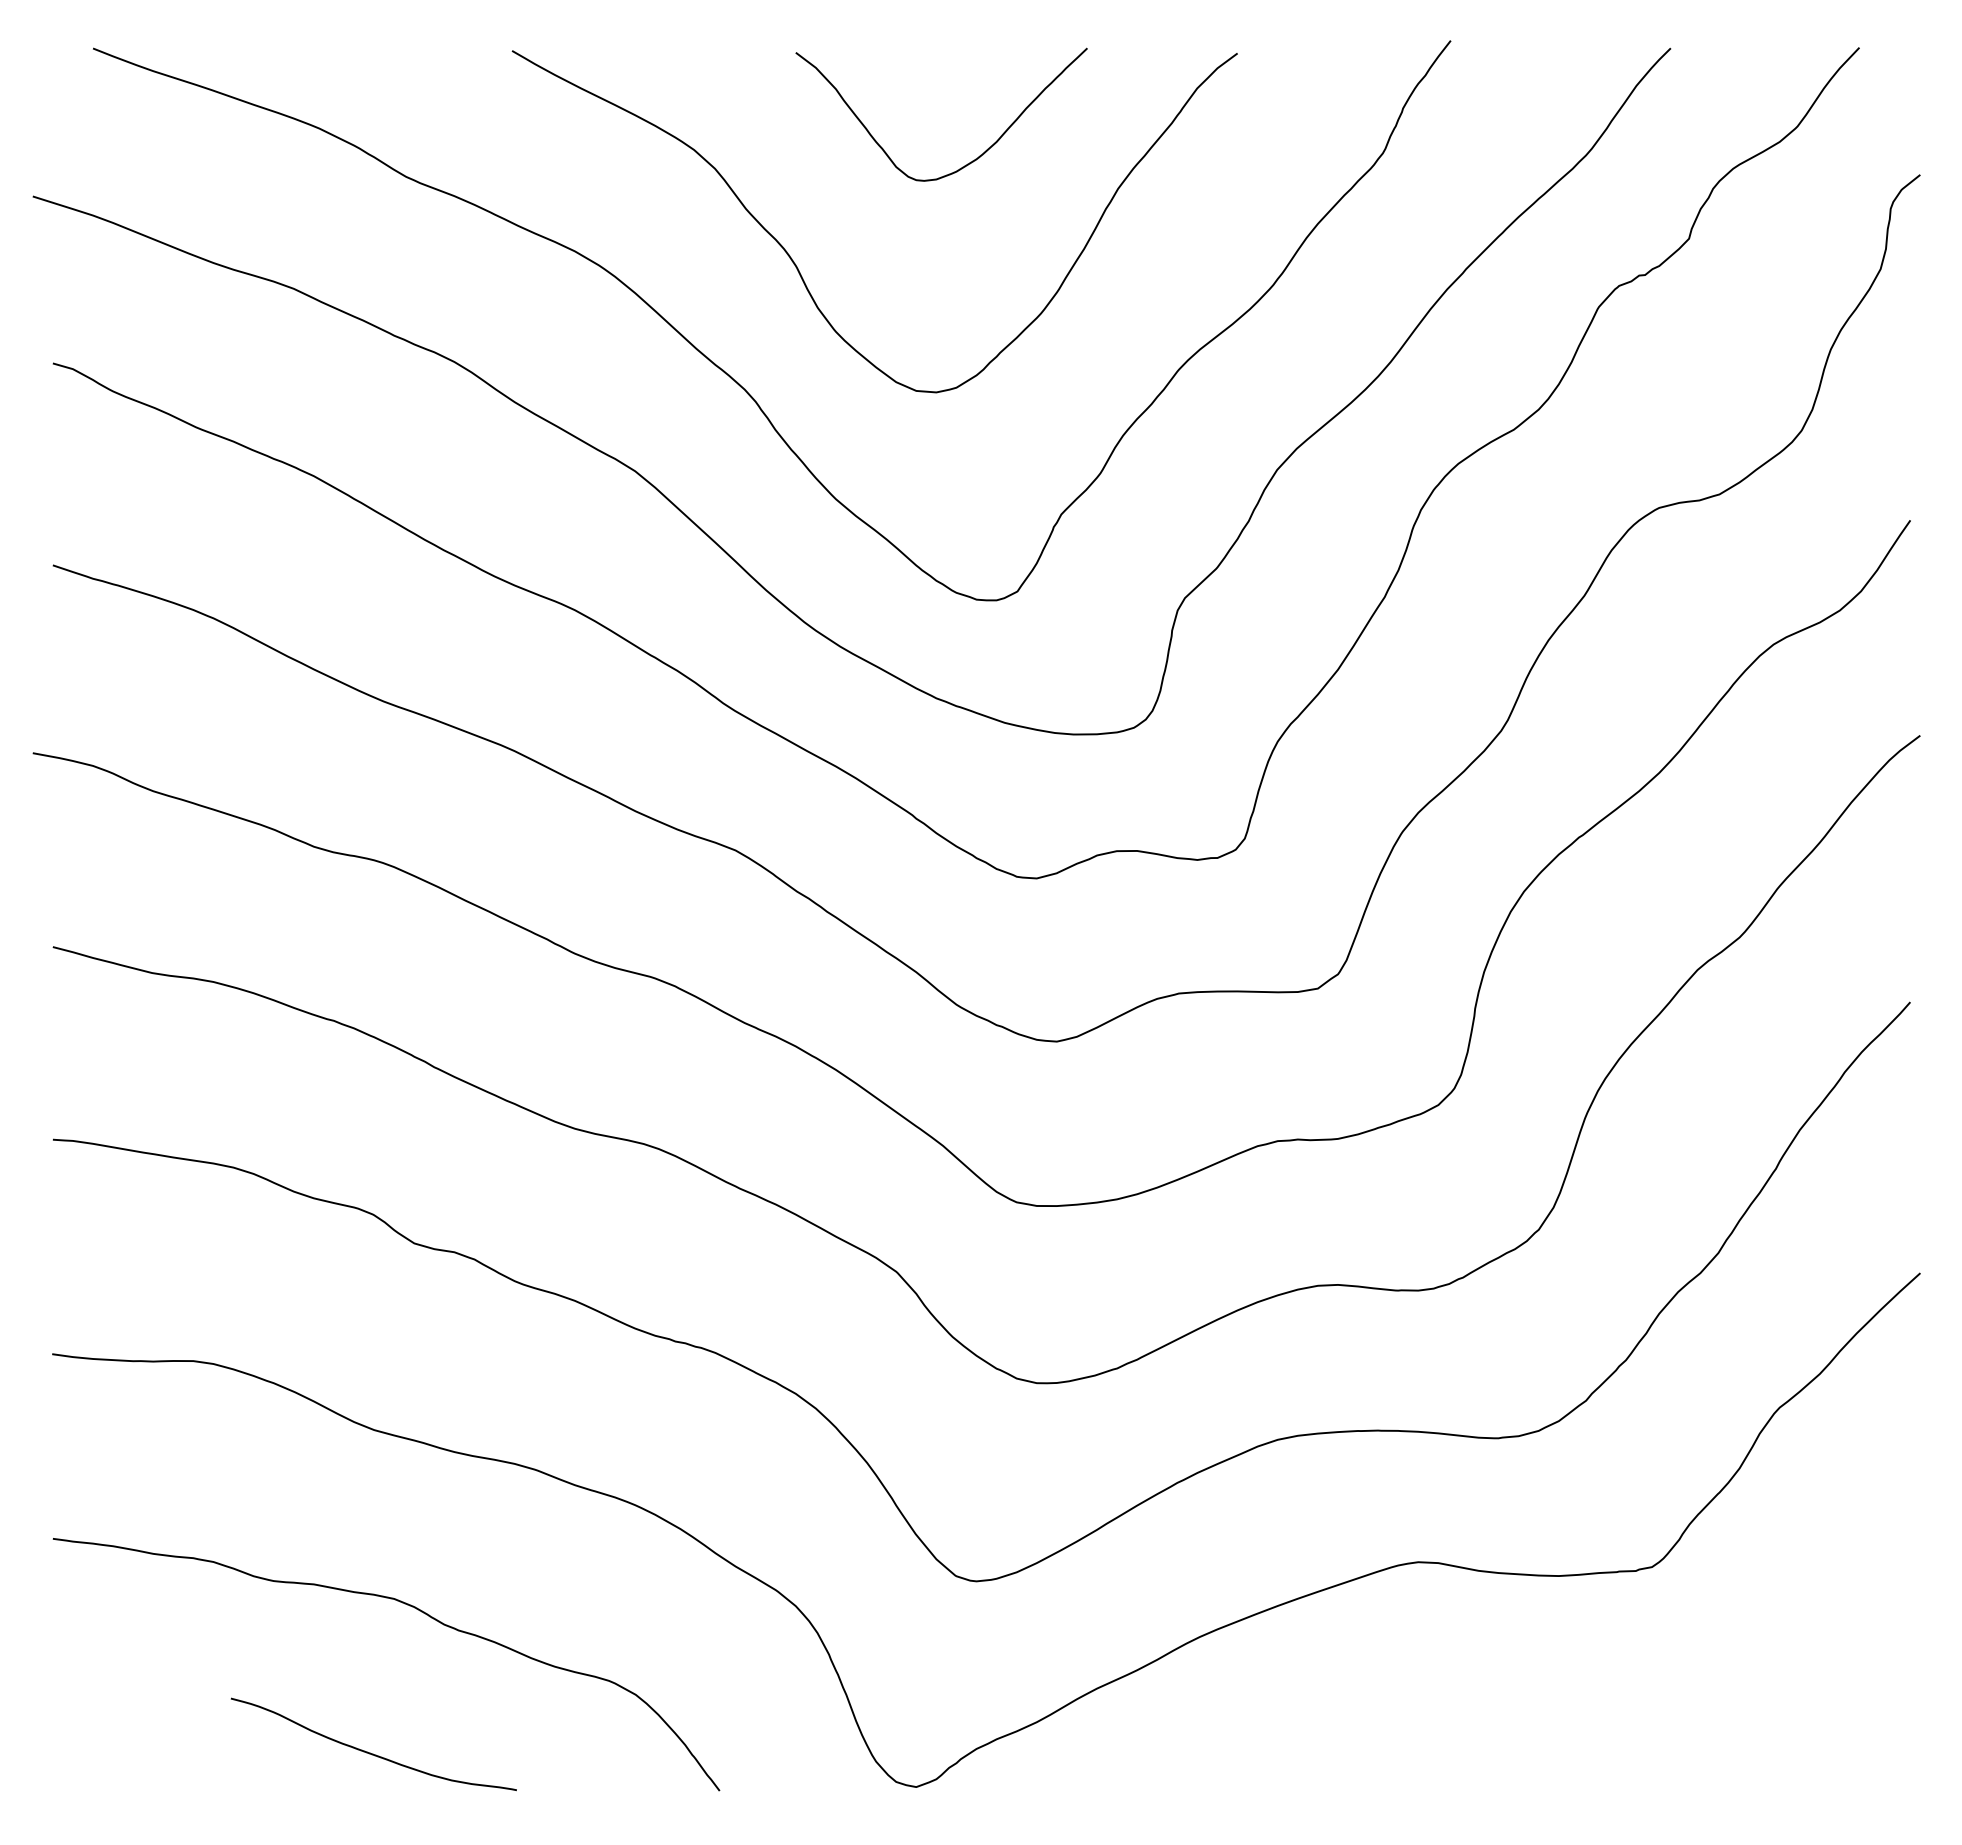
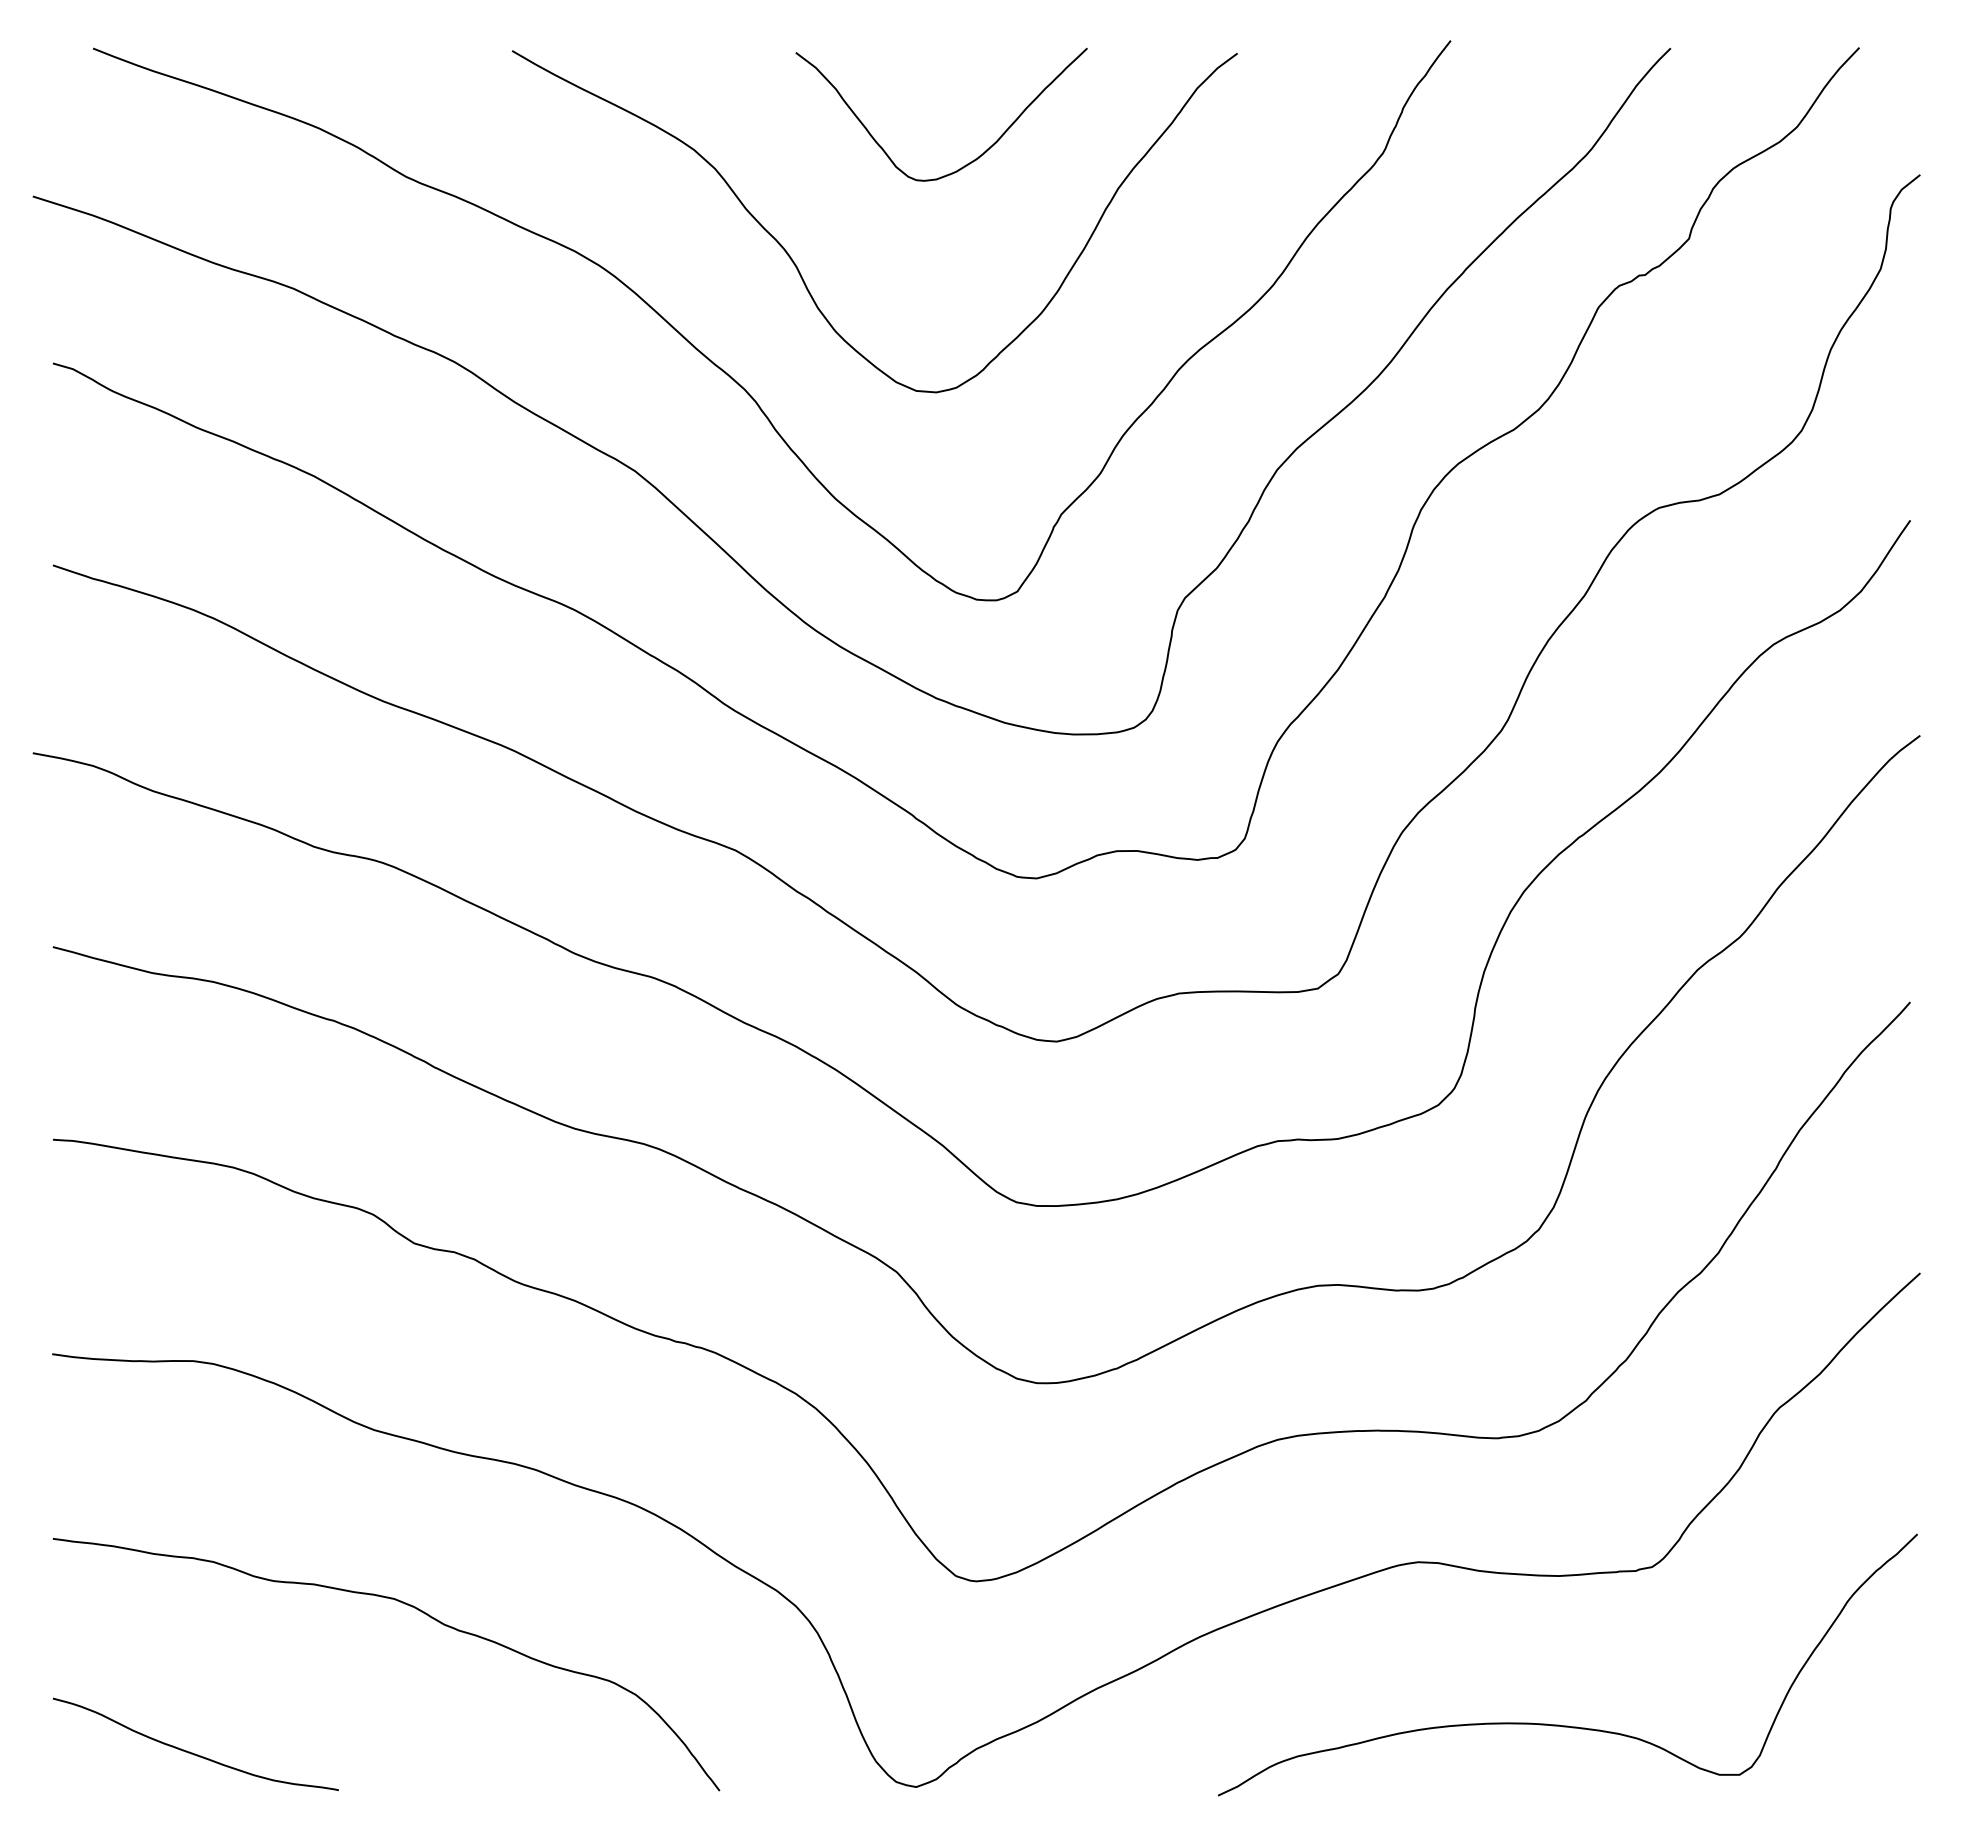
curve at (1559, 1724): none -> present
curve at (370, 1752) position: (370, 1752) -> (192, 1752)
